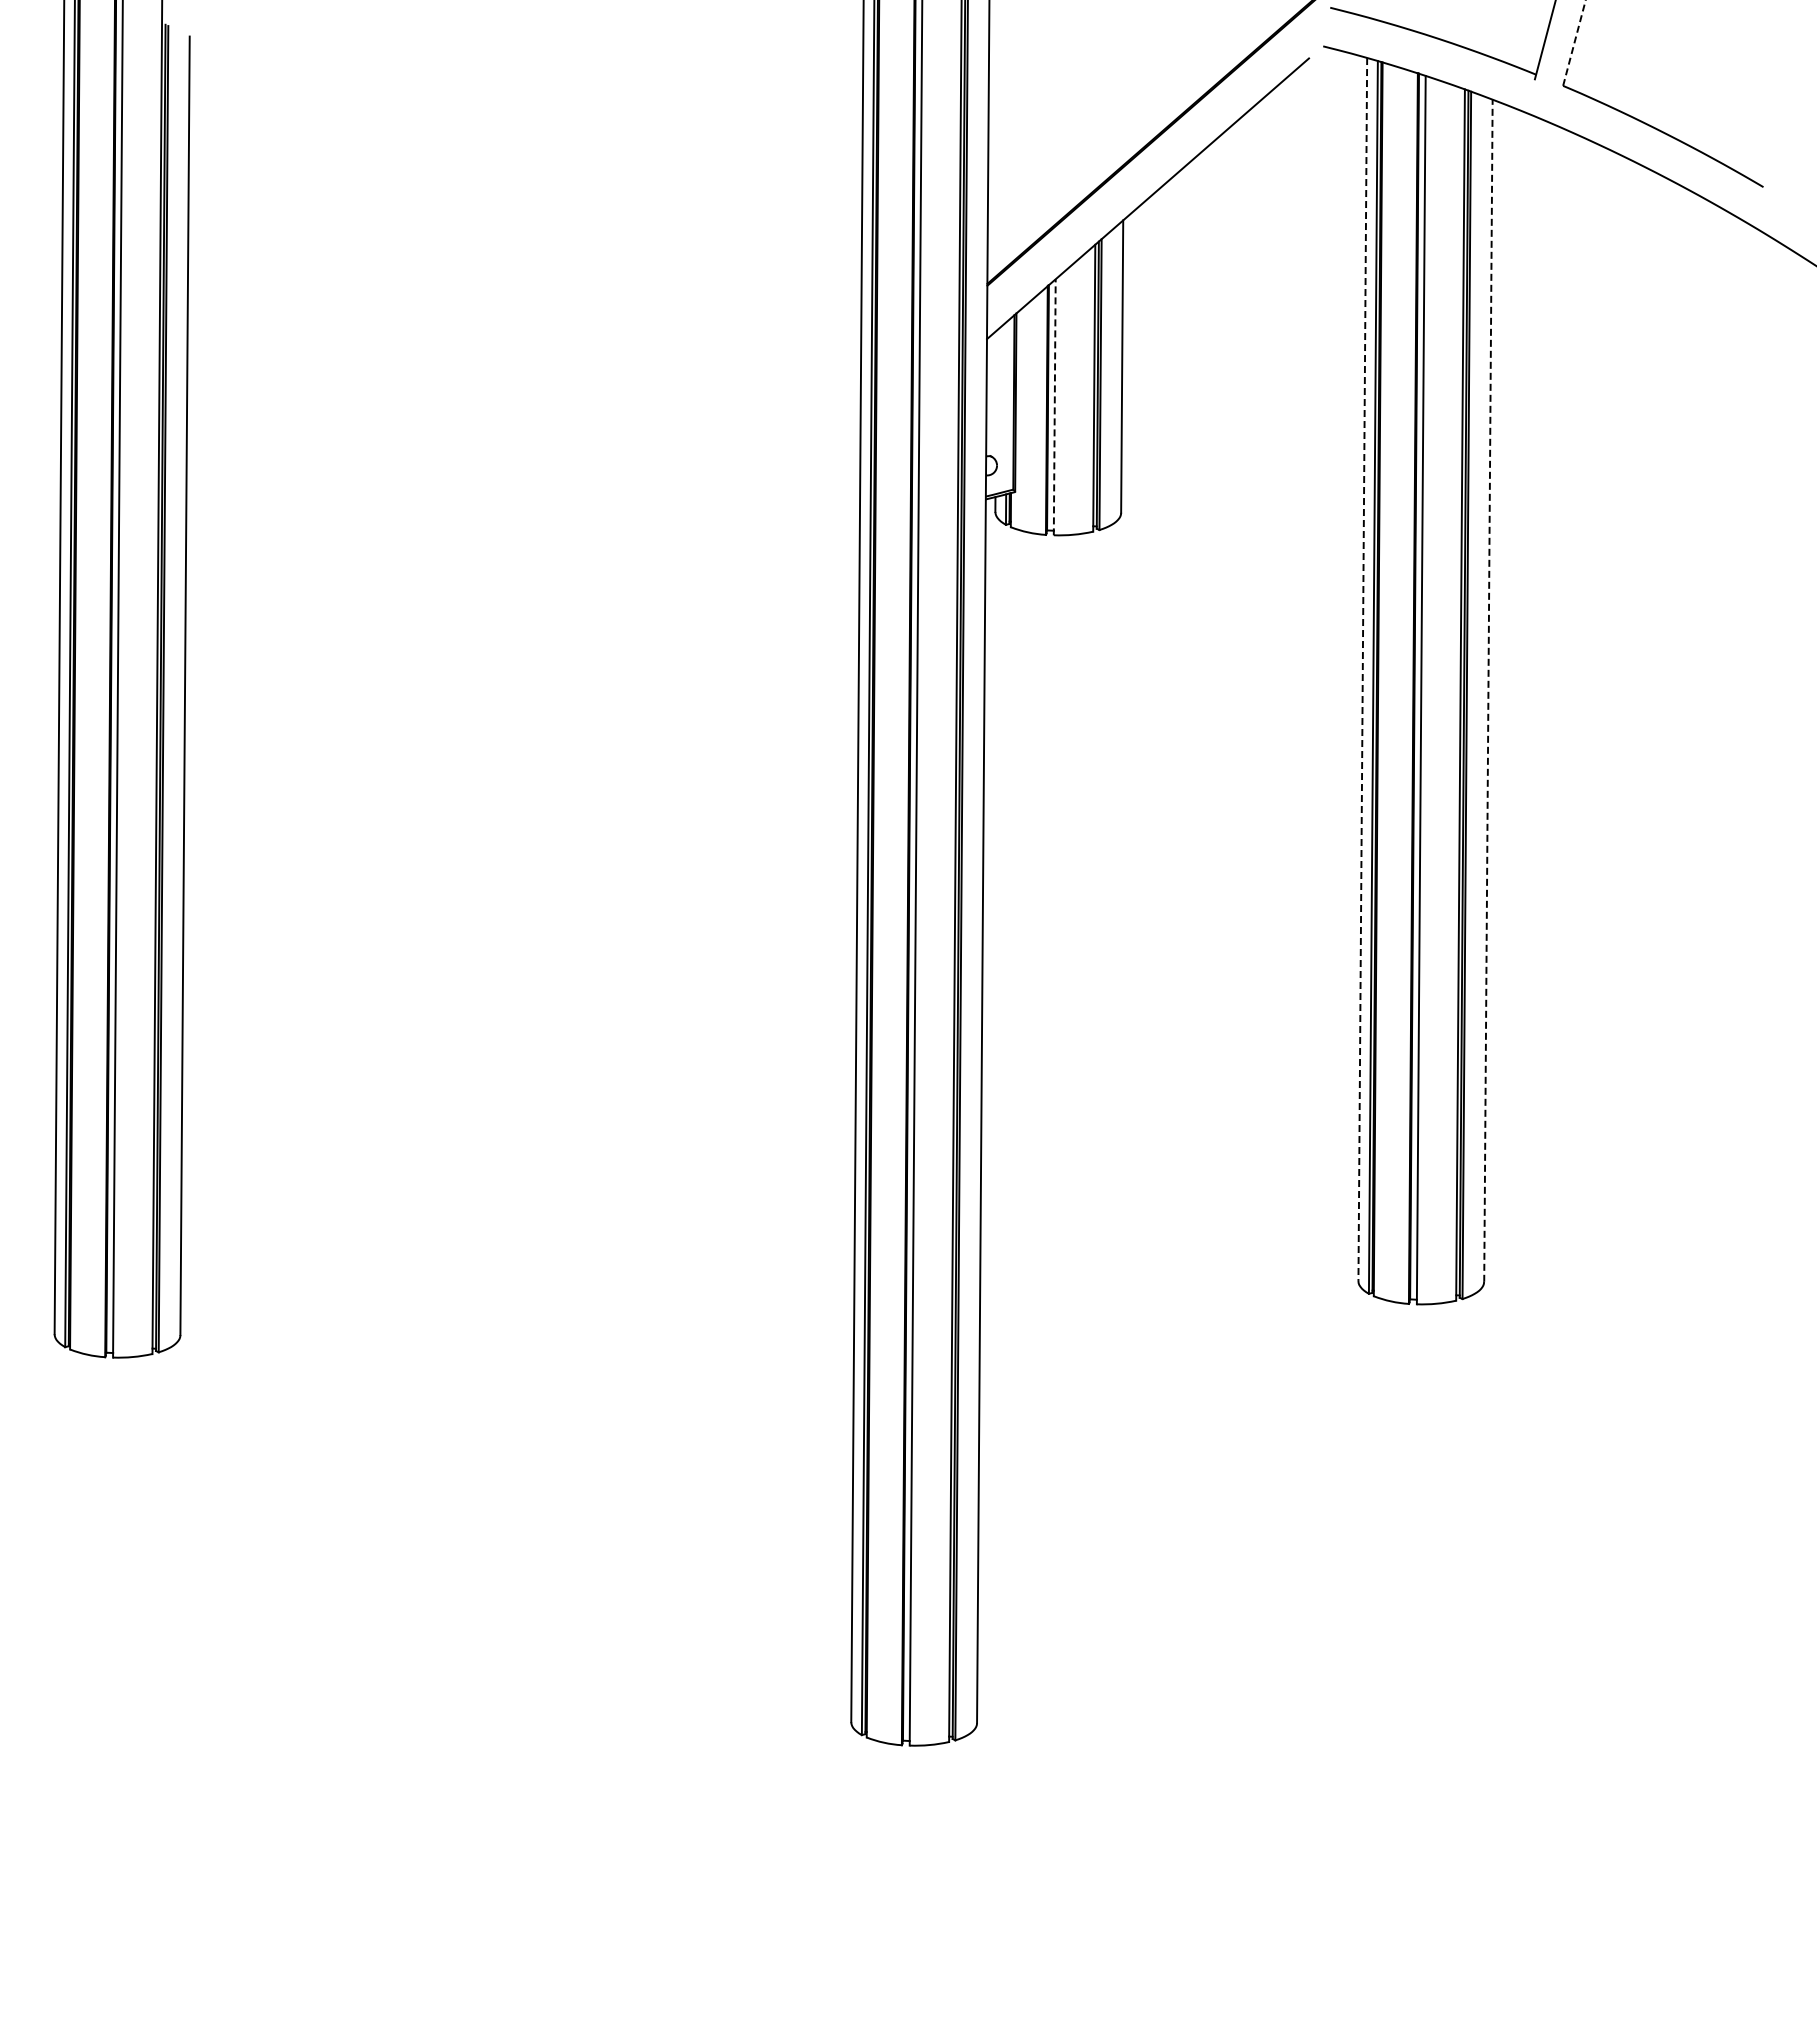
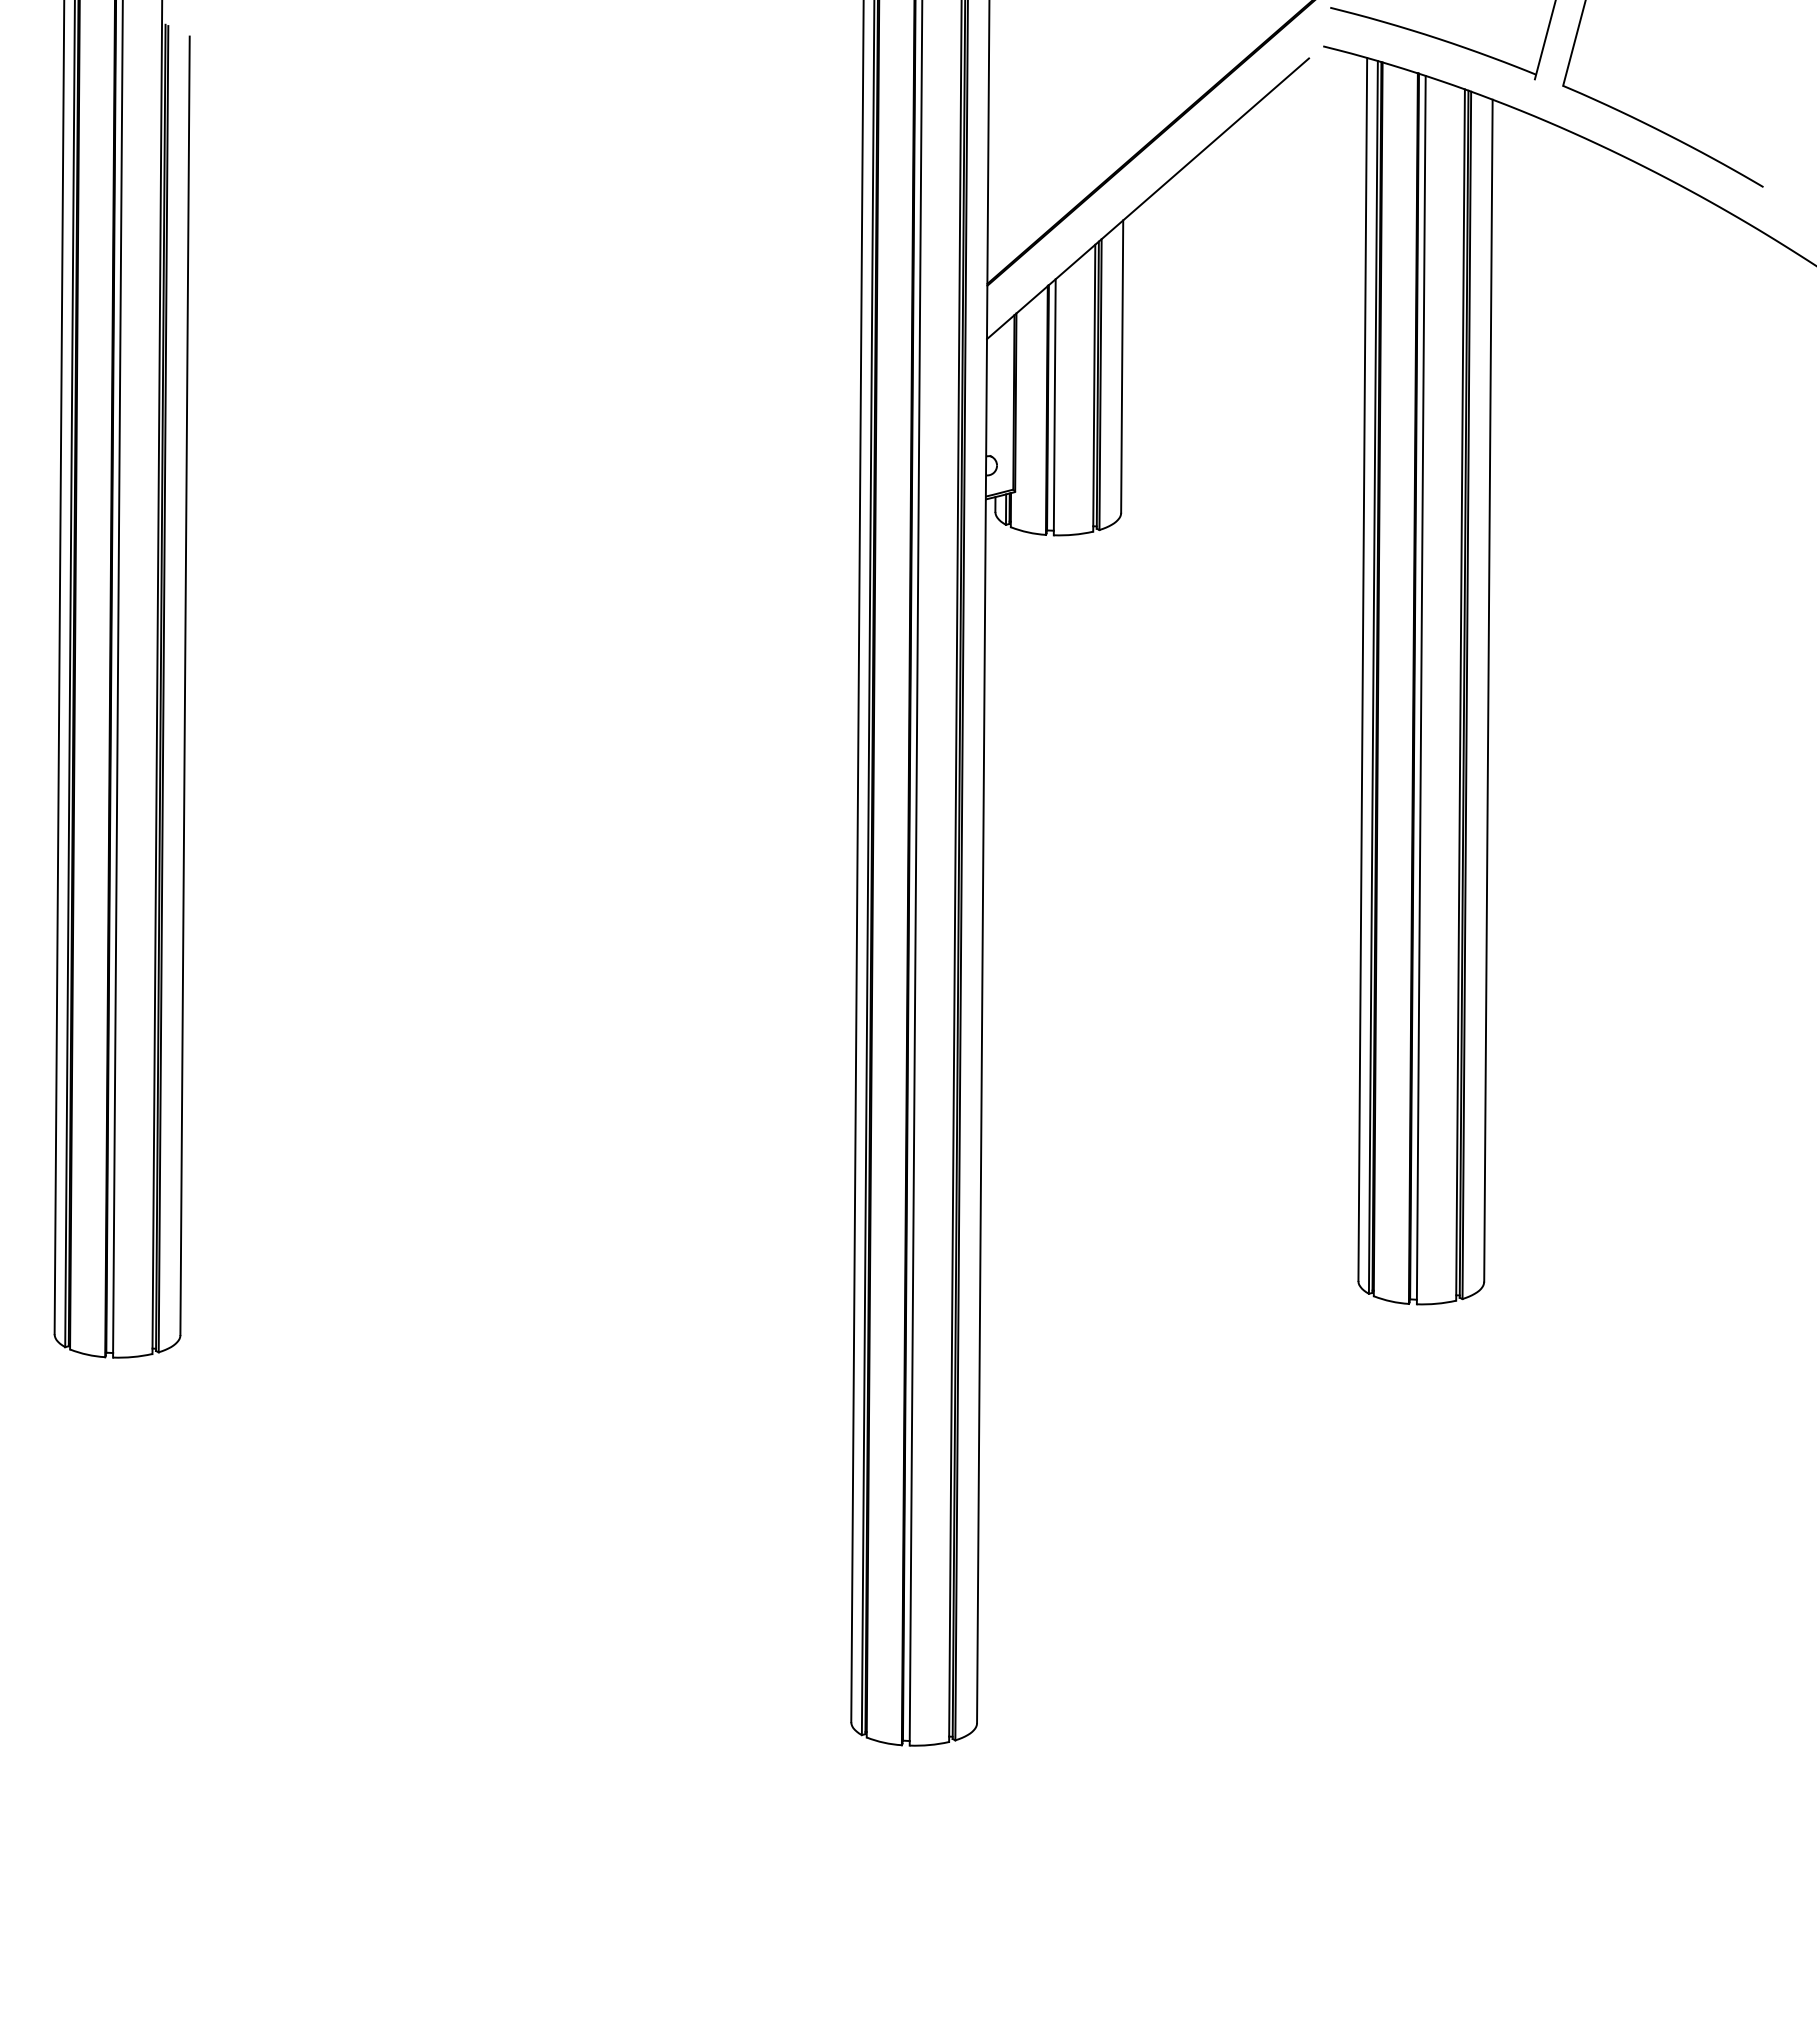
line at (1574, 43): dashed -> solid
line at (1054, 406): dashed -> solid
line at (1362, 669): dashed -> solid
line at (1488, 690): dashed -> solid
